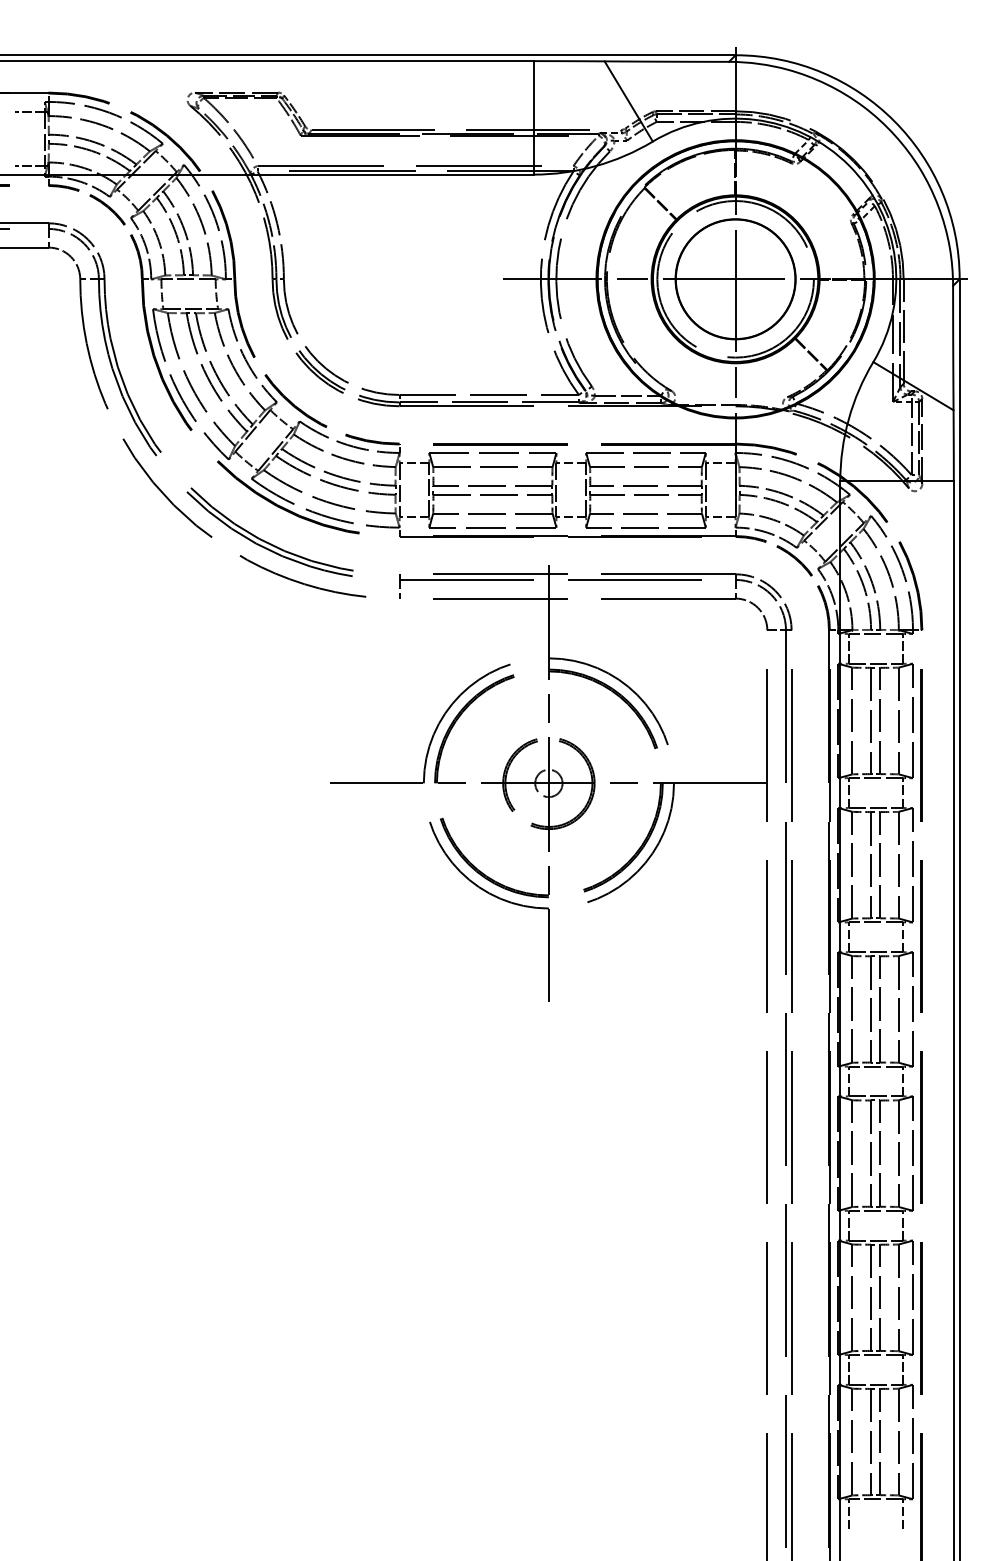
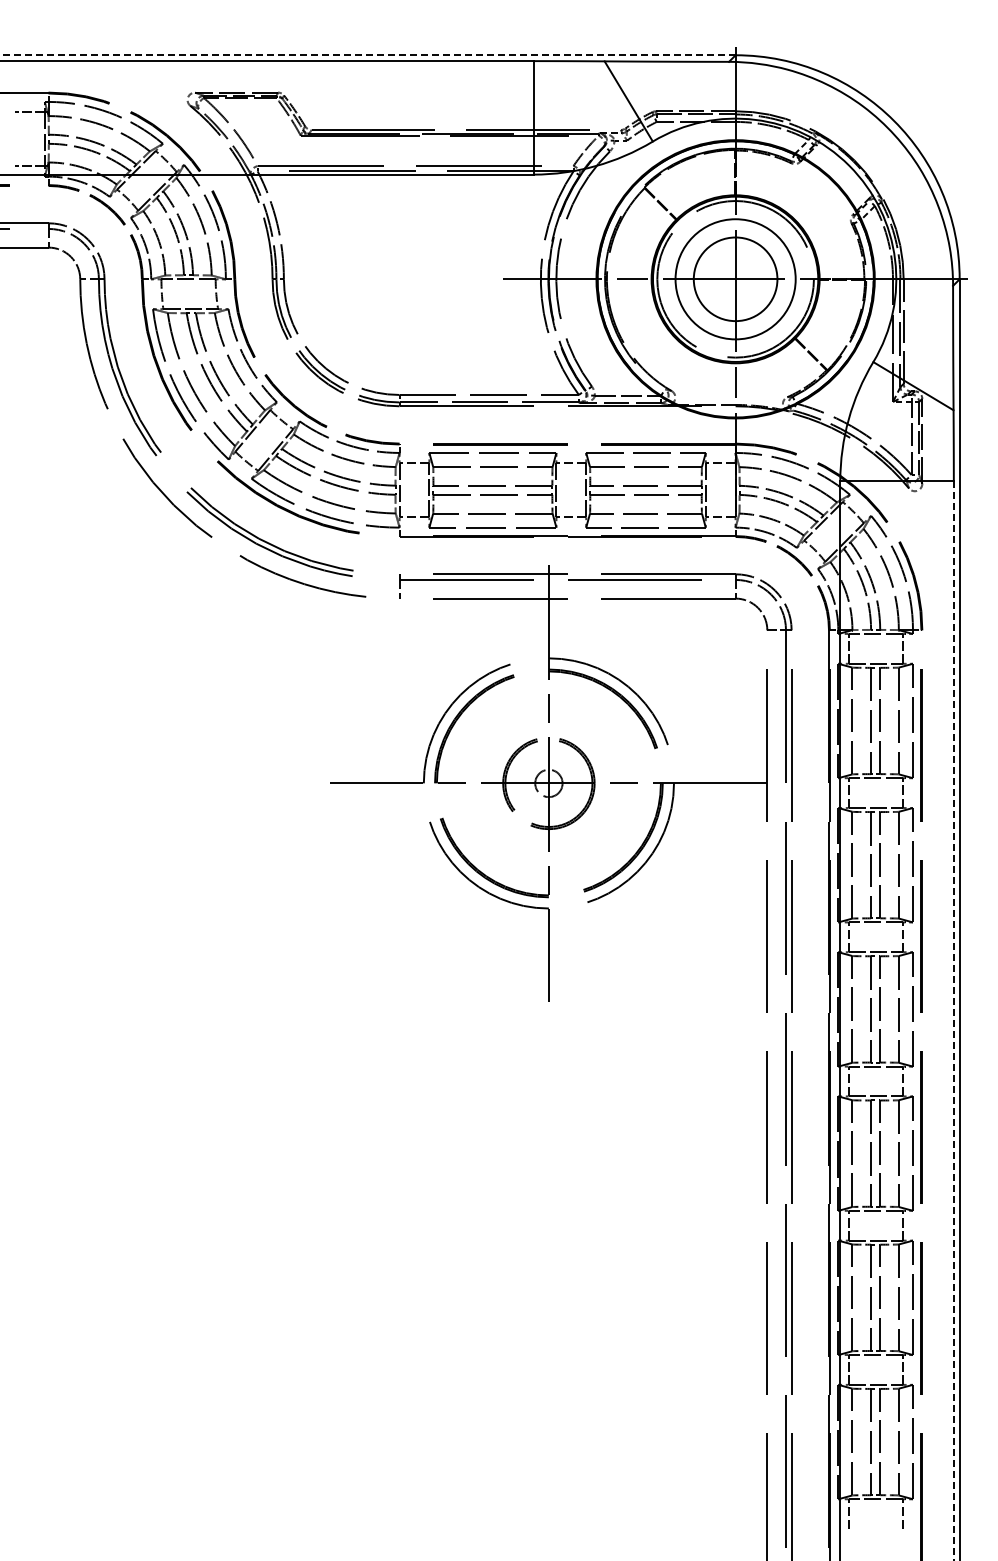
line at (367, 55): solid -> dashed
circle at (735, 279) diameter: 119 px -> 84 px
line at (953, 1021): solid -> dashed
